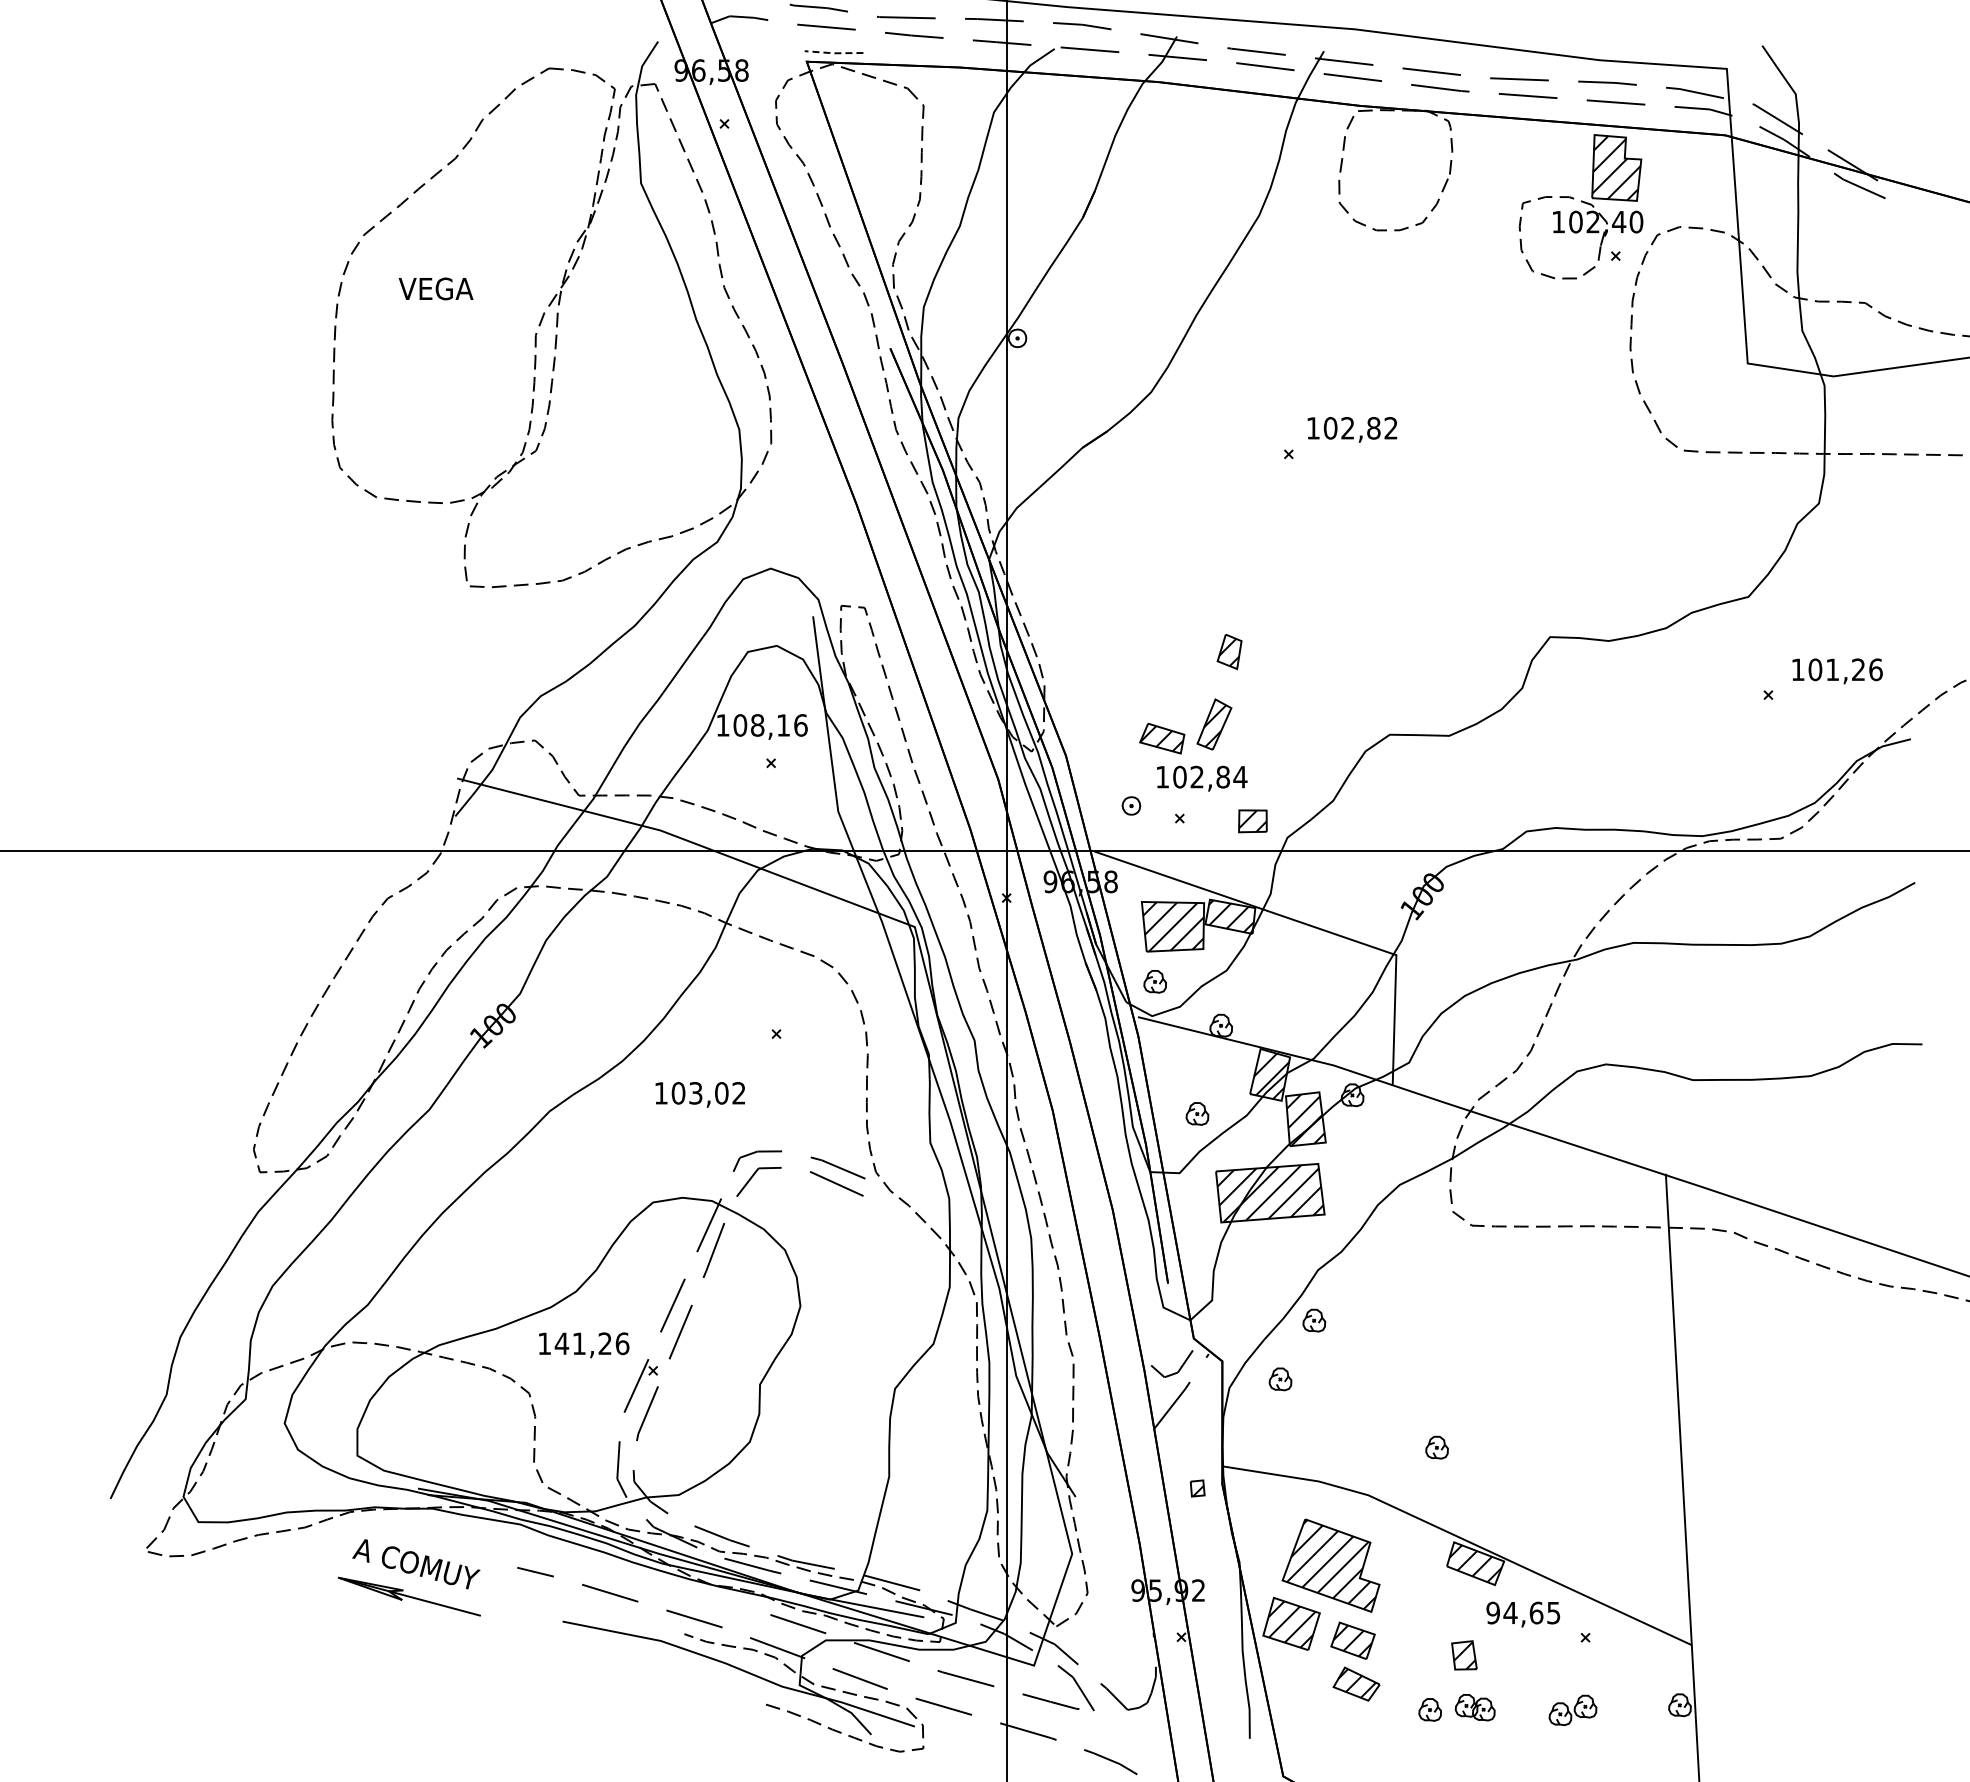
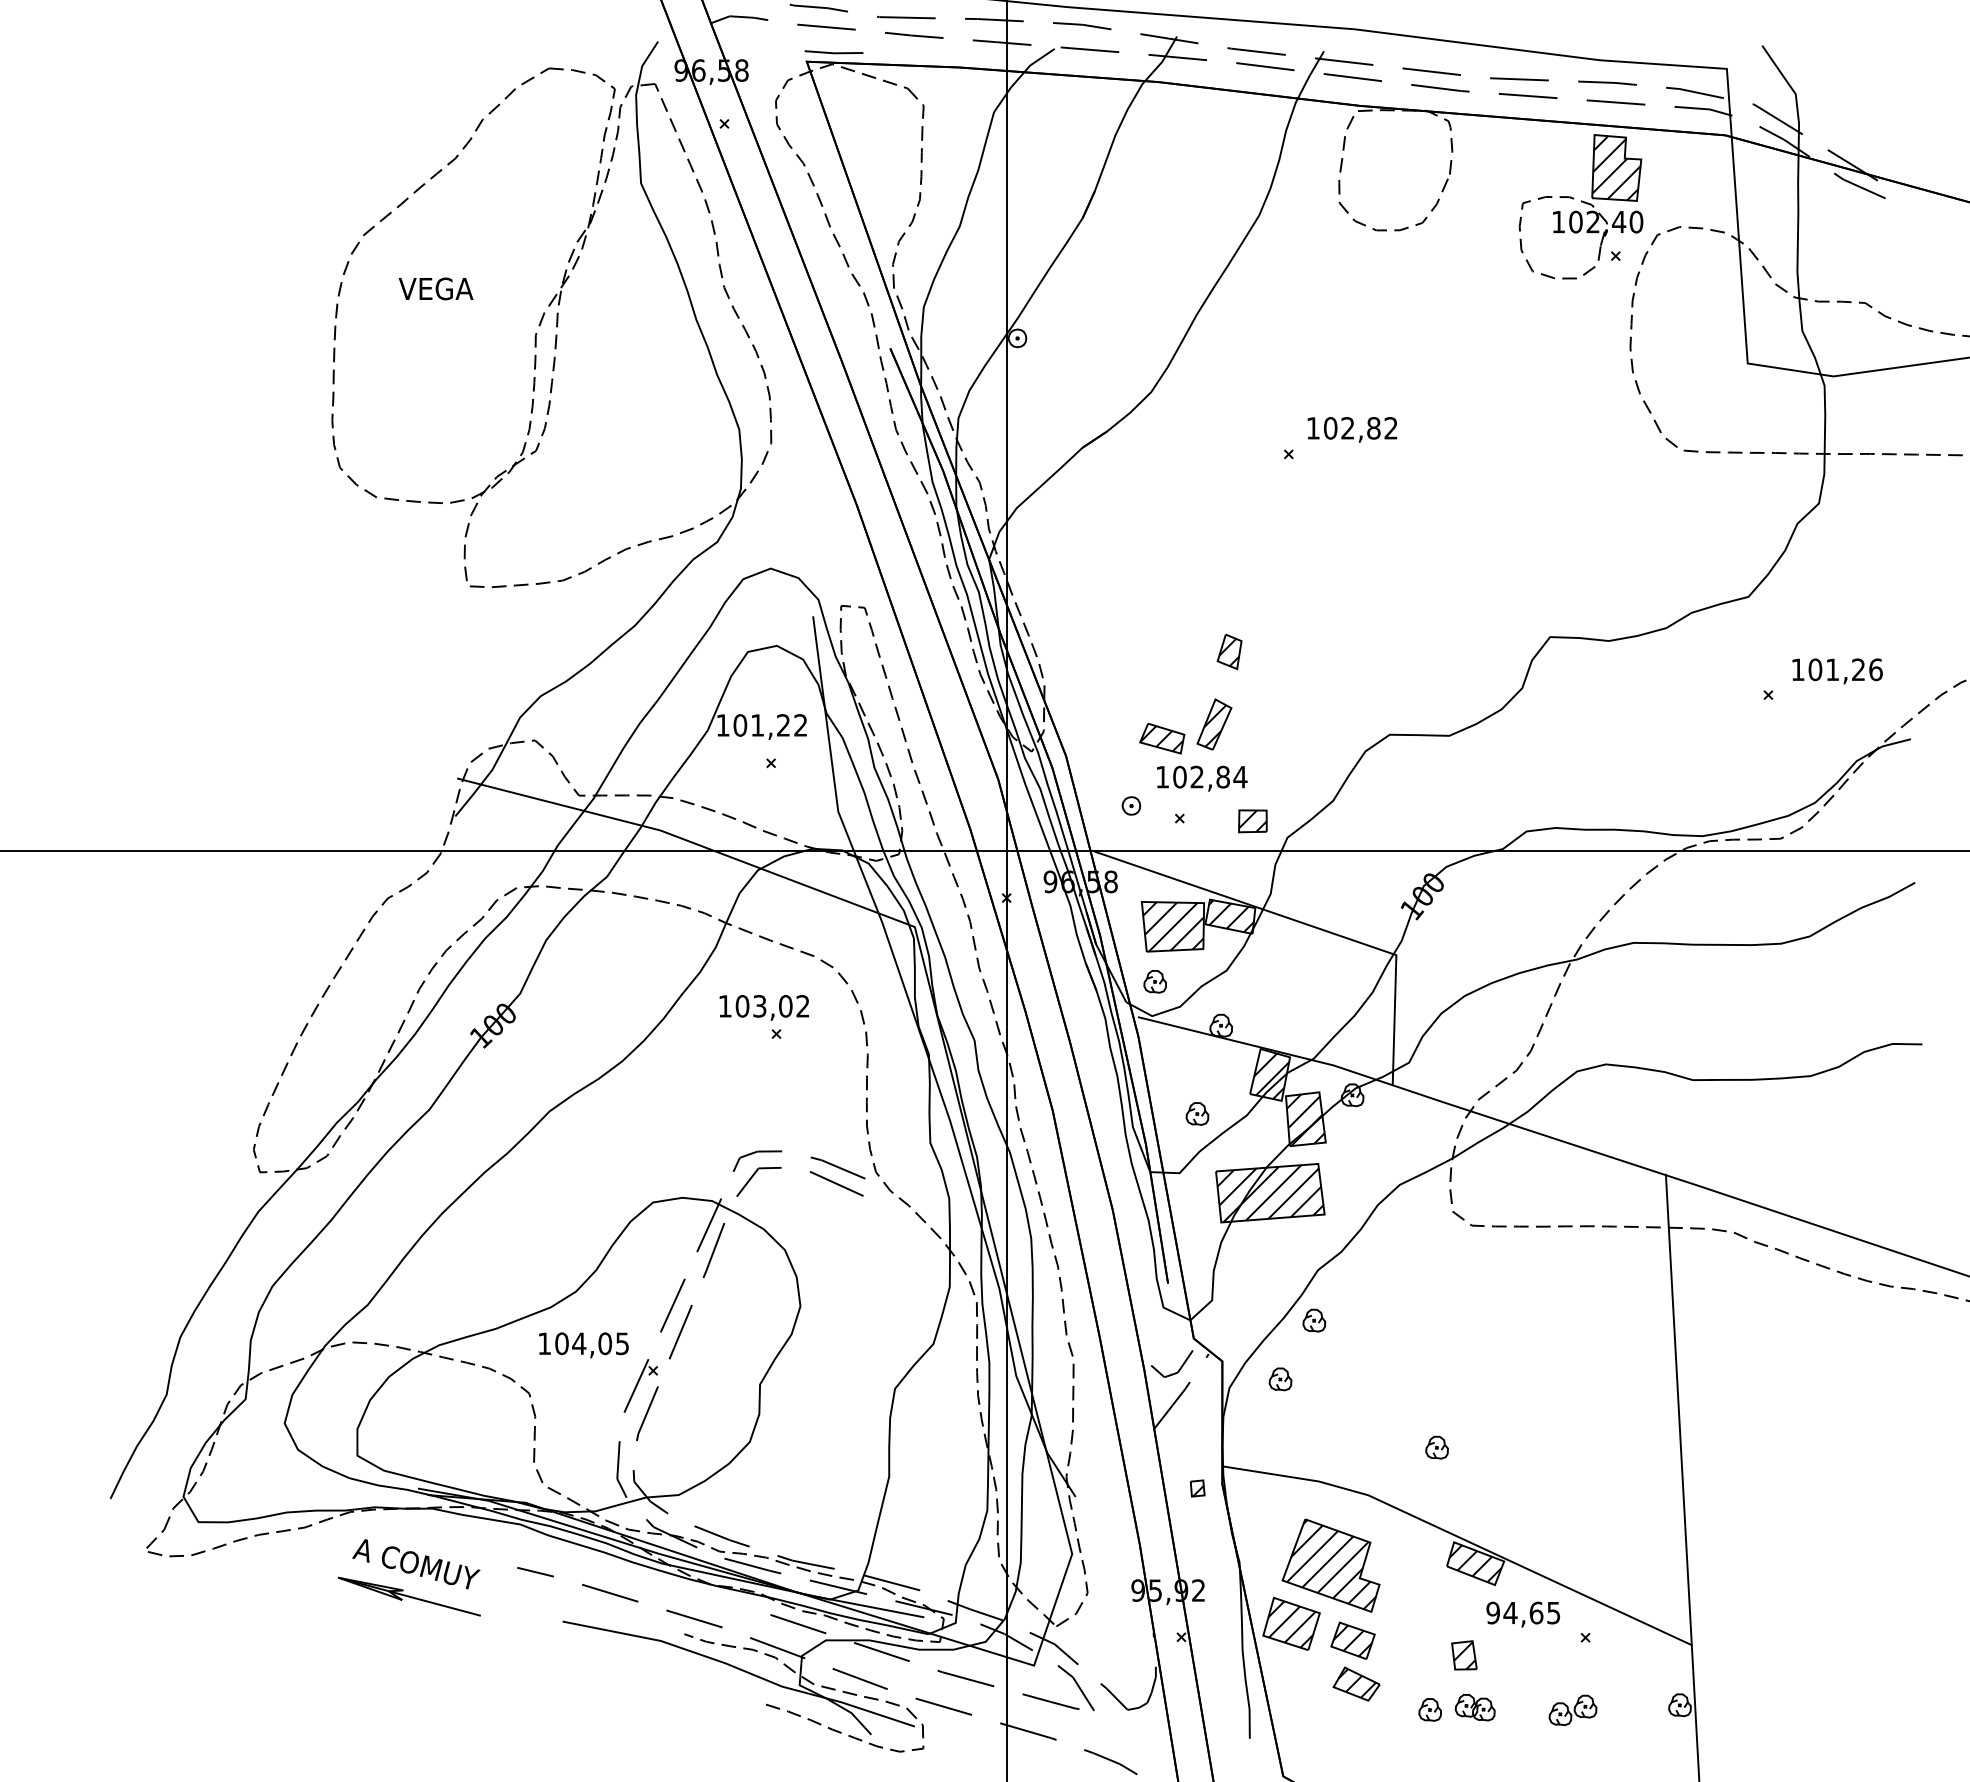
line at (834, 53): dashed -> solid
text at (779, 725): 108,16 -> 101,22
text at (699, 1094) position: (699, 1094) -> (763, 1007)
text at (591, 1343): 141,26 -> 104,05
